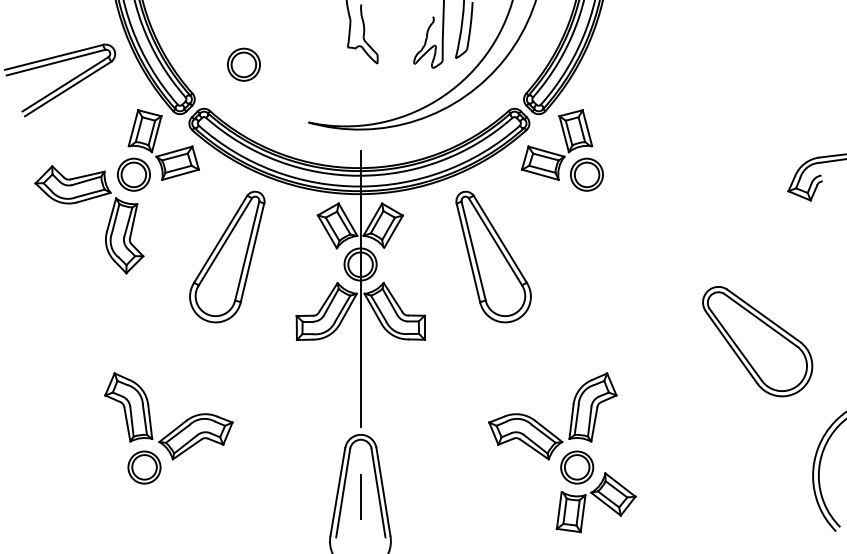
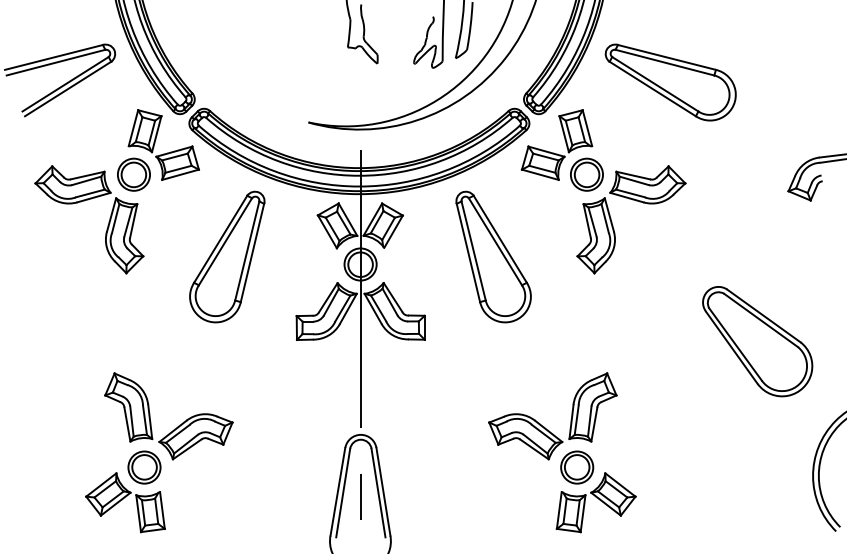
part at (243, 64): present -> none
part at (670, 82): none -> present
part at (636, 201): none -> present
part at (125, 502): none -> present
